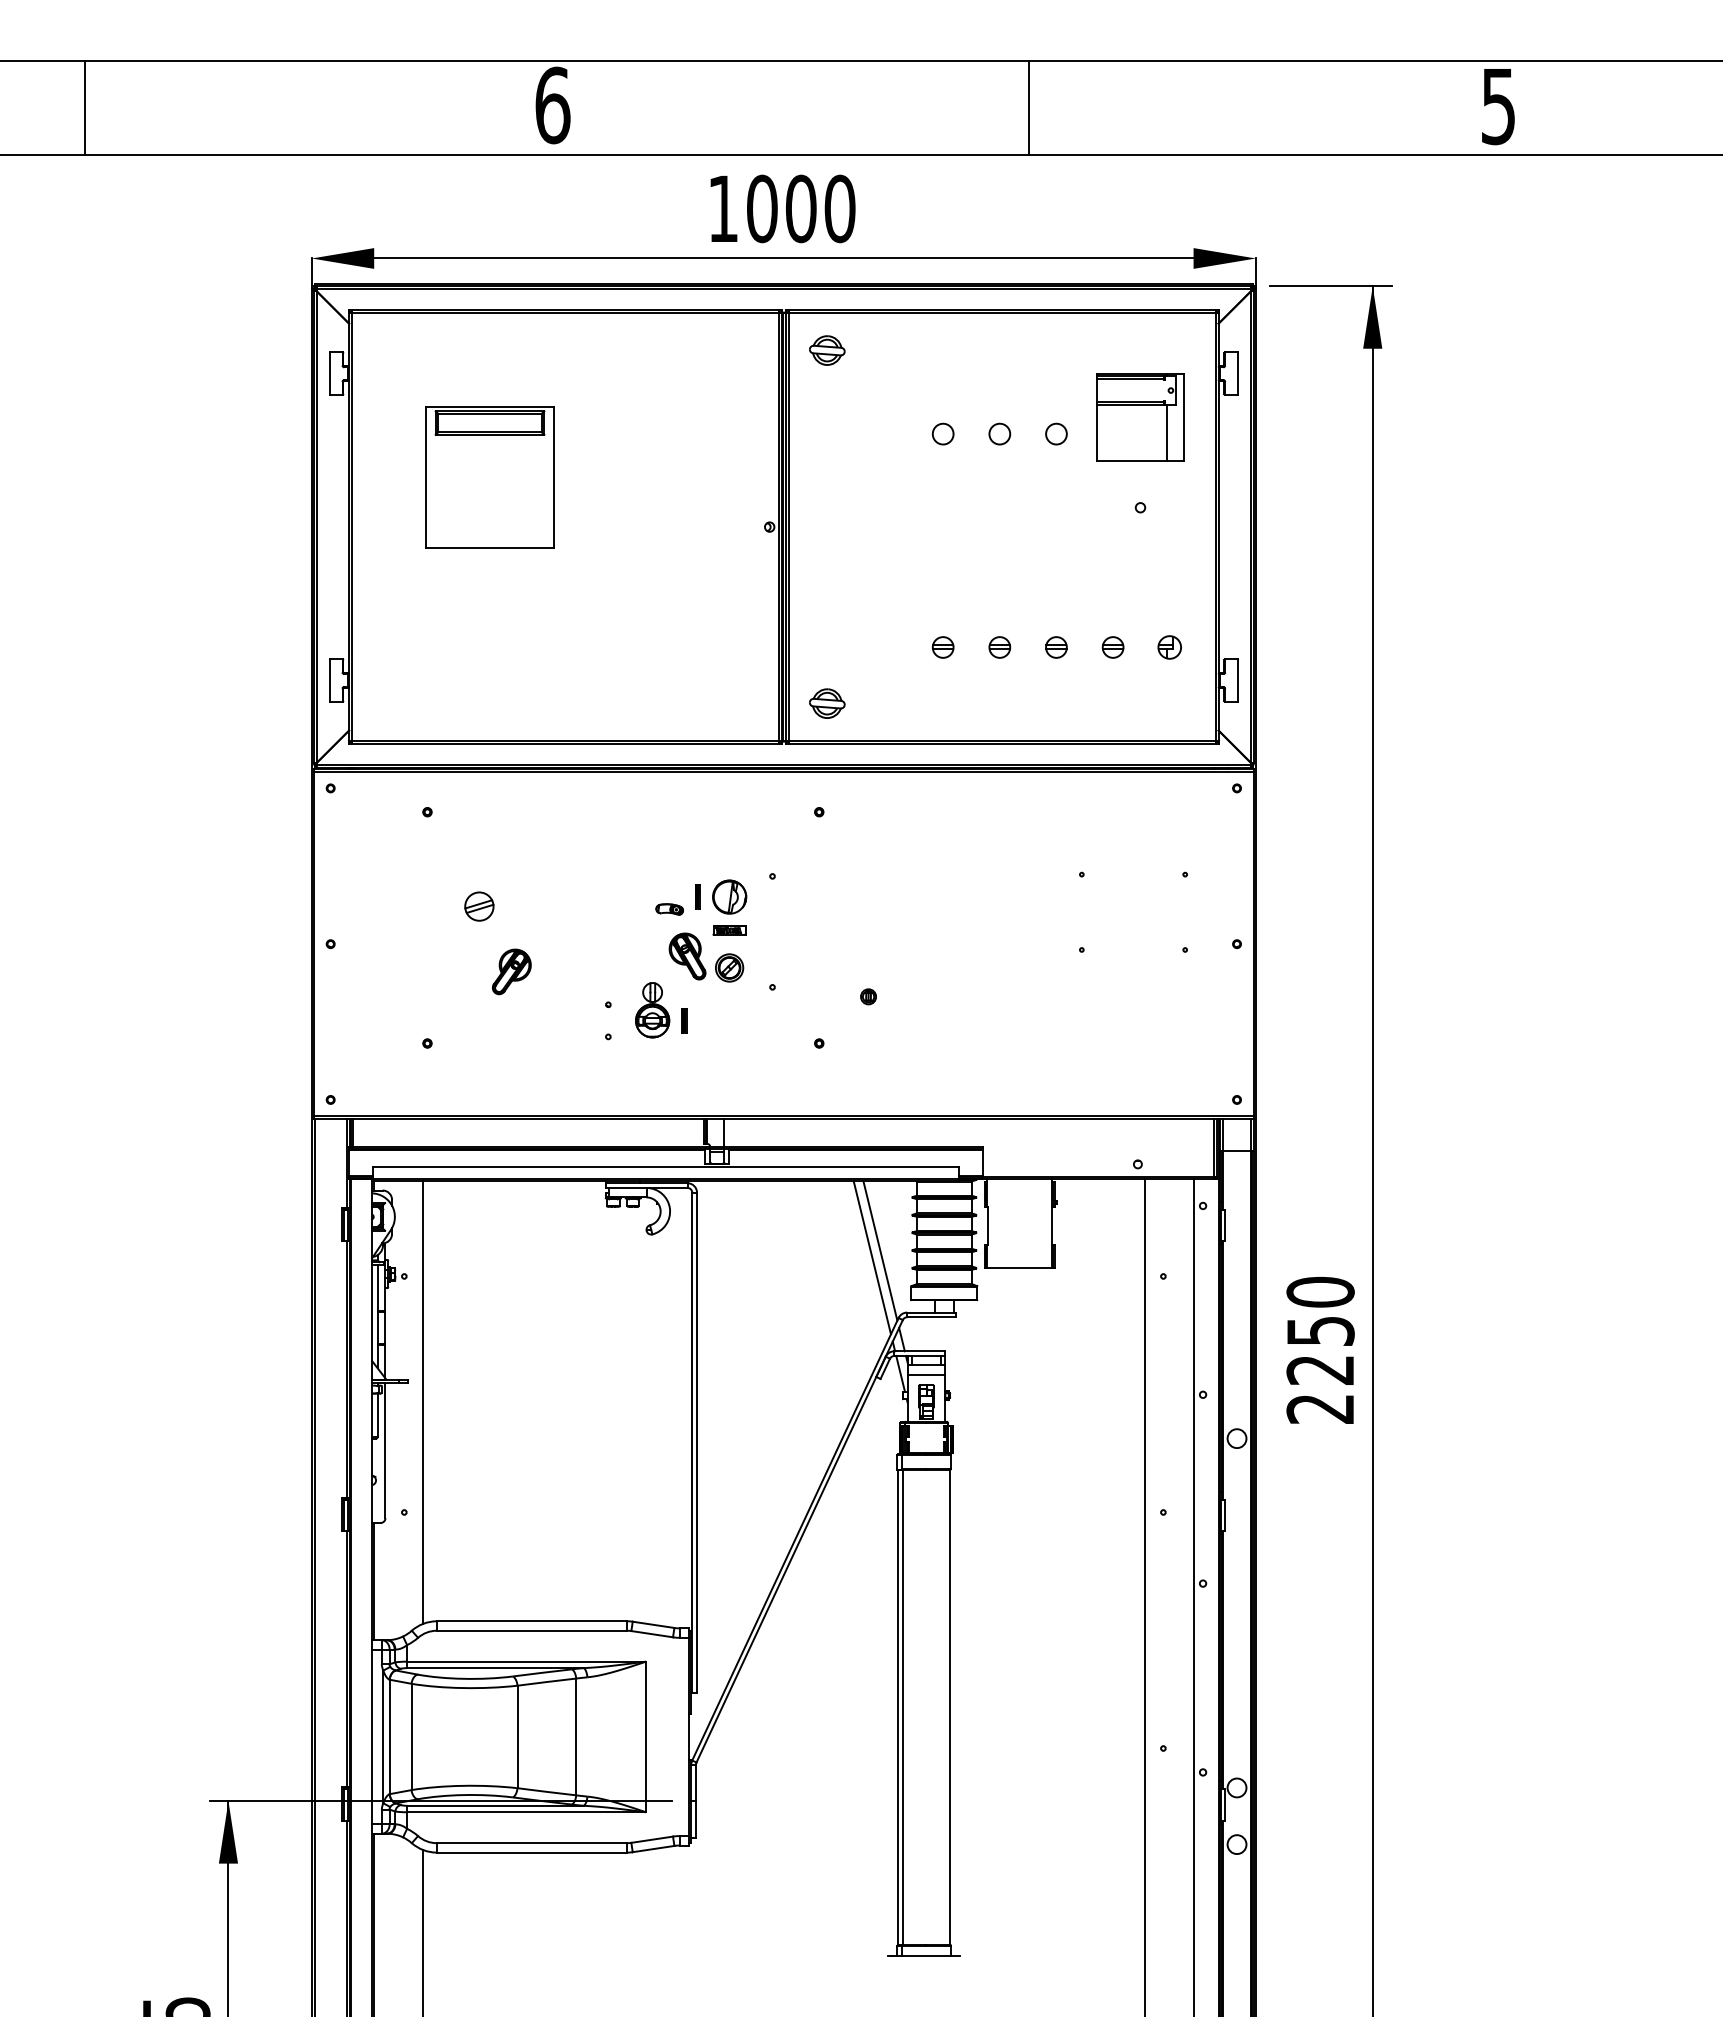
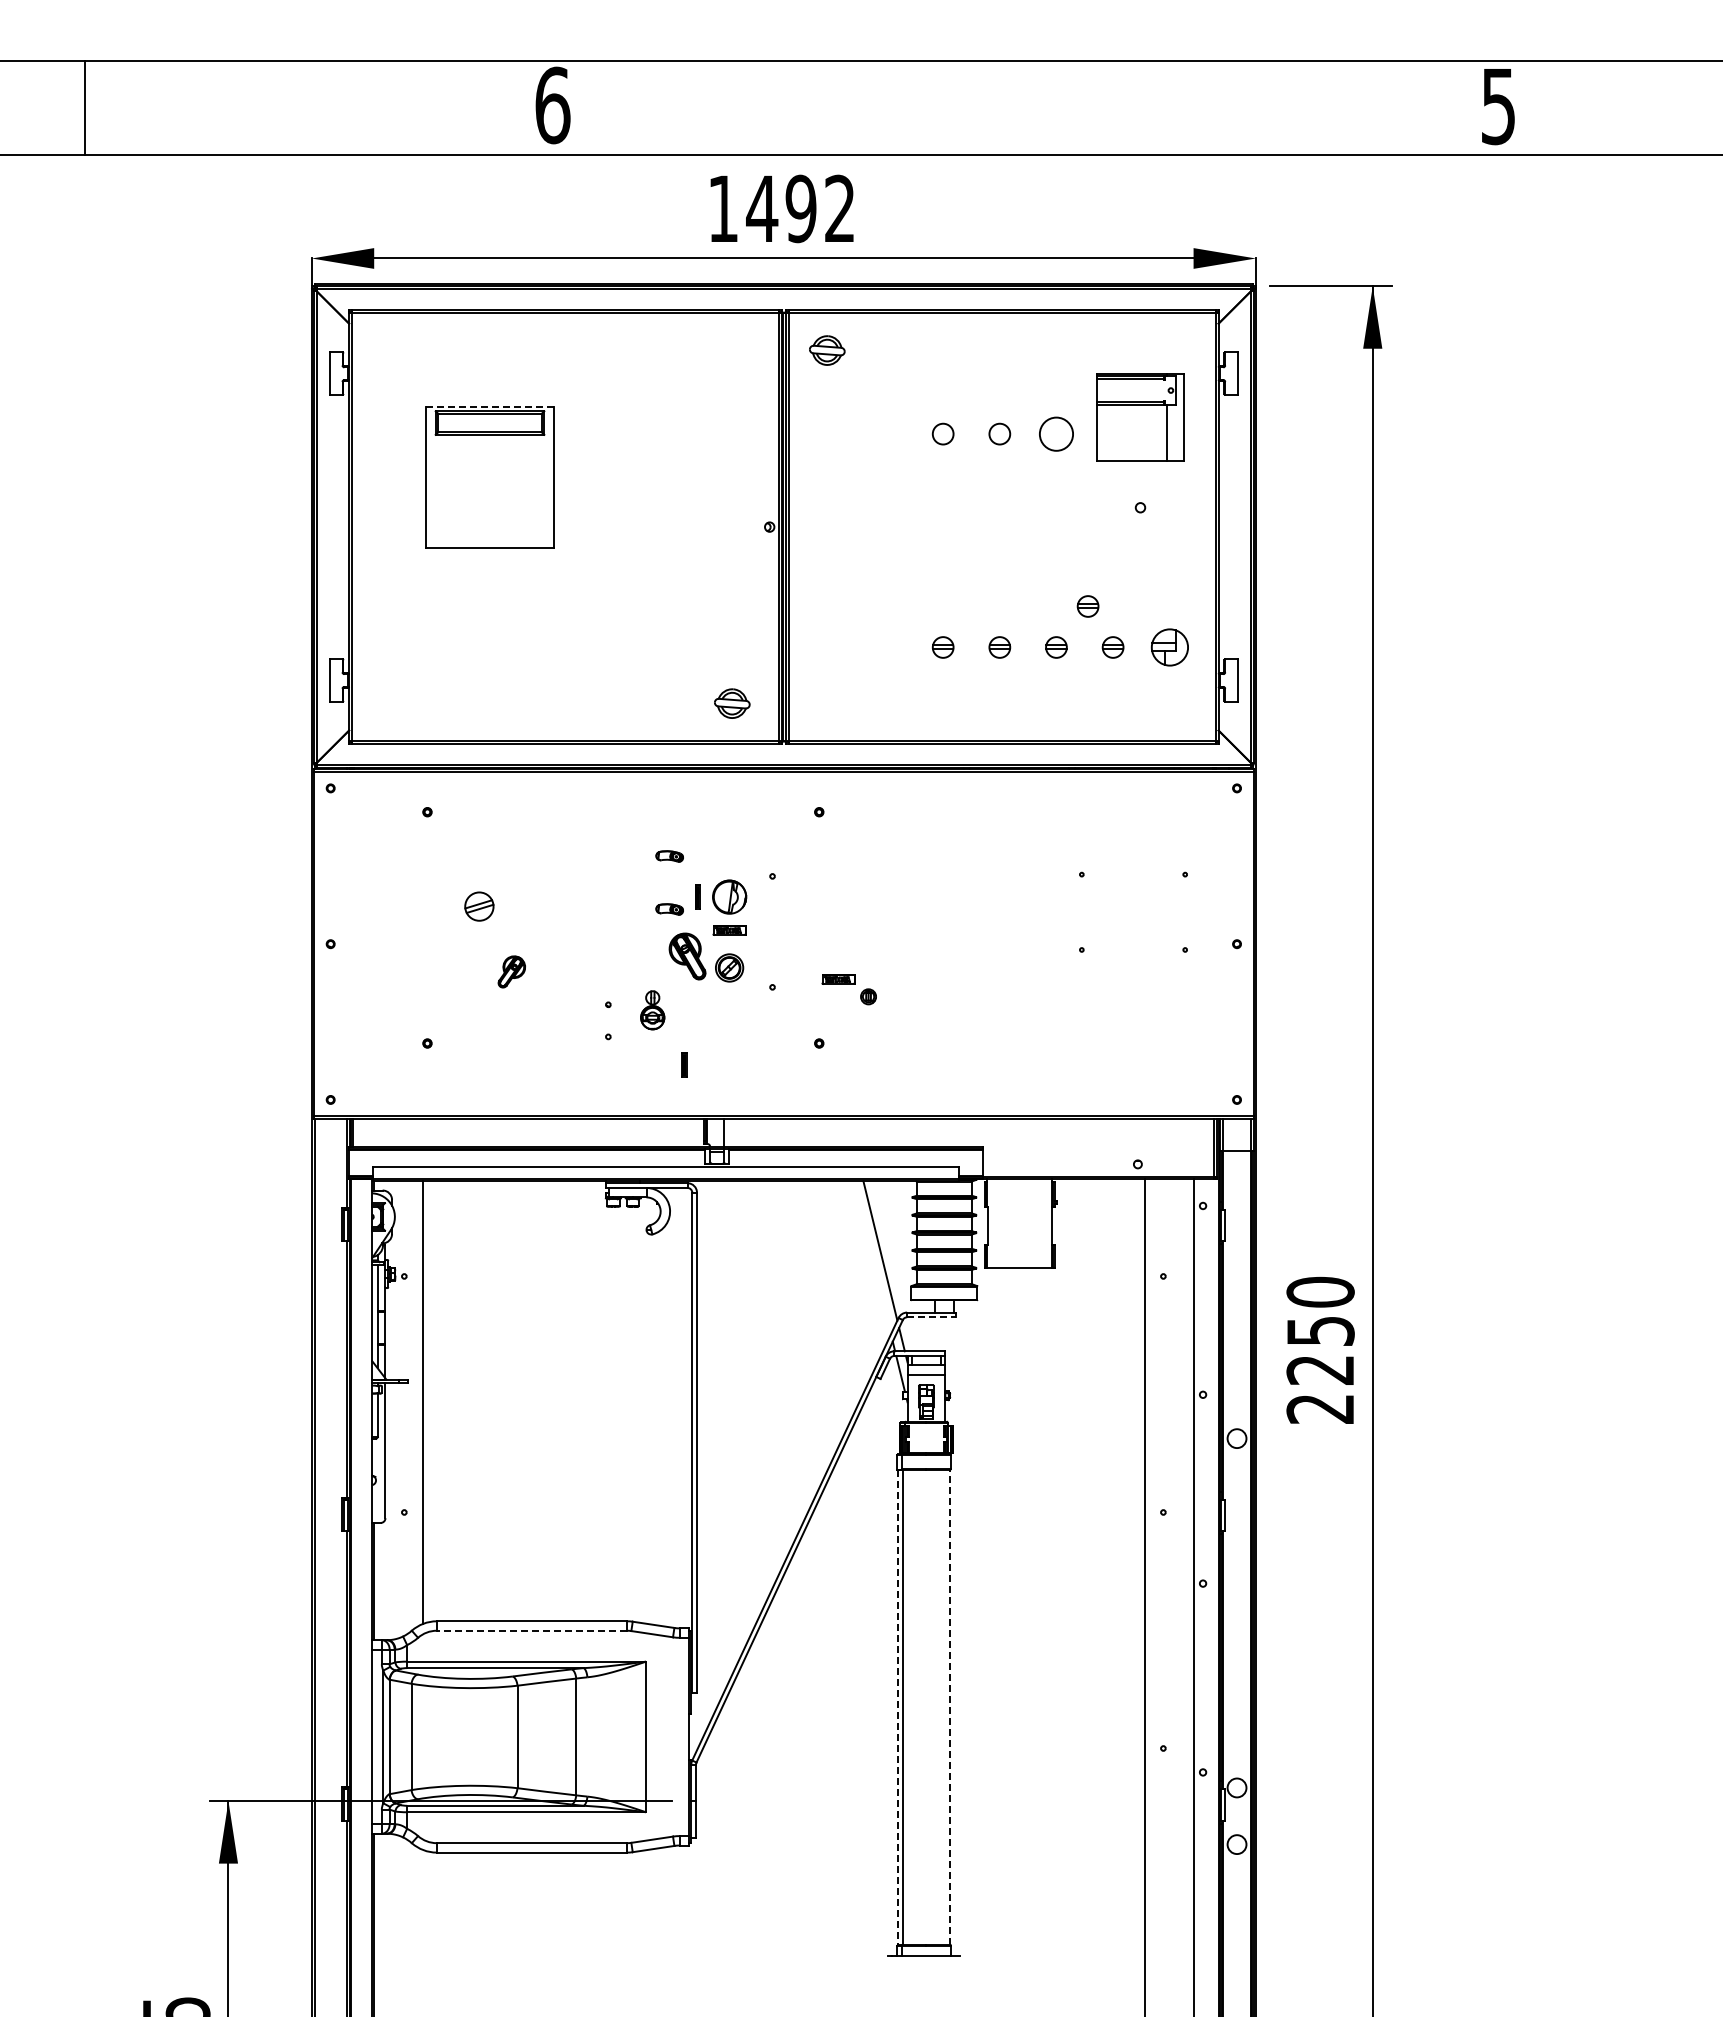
line at (1028, 107): present -> none
text at (800, 208): 1000 -> 1492
line at (490, 406): solid -> dashed
circle at (1056, 433) size: 23x24 px -> 35x36 px
part at (1087, 606): none -> present
part at (1169, 647) size: 25x25 px -> 39x39 px
part at (827, 703) position: (827, 703) -> (732, 703)
part at (669, 856): none -> present
part at (511, 971) size: 40x48 px -> 29x34 px
part at (838, 979): none -> present
part at (652, 1010) size: 36x57 px -> 26x41 px
part at (684, 1020) position: (684, 1020) -> (684, 1064)
line at (871, 1257): present -> none
line at (931, 1317): solid -> dashed
line at (531, 1630): solid -> dashed
line at (950, 1706): solid -> dashed
line at (898, 1708): solid -> dashed
line at (423, 1931): present -> none
